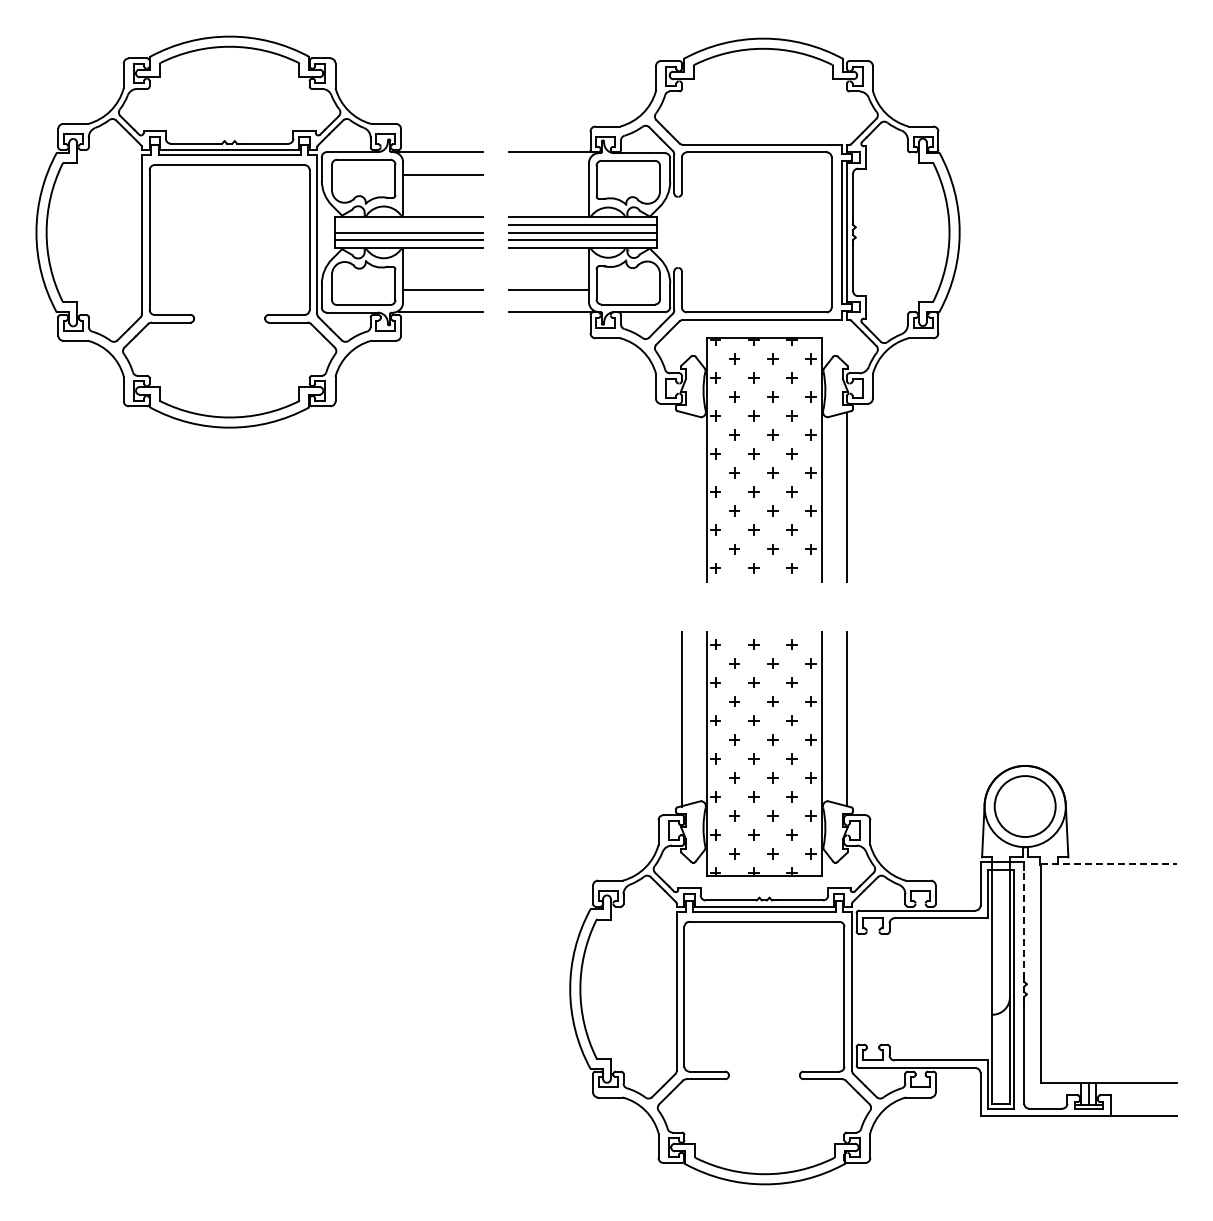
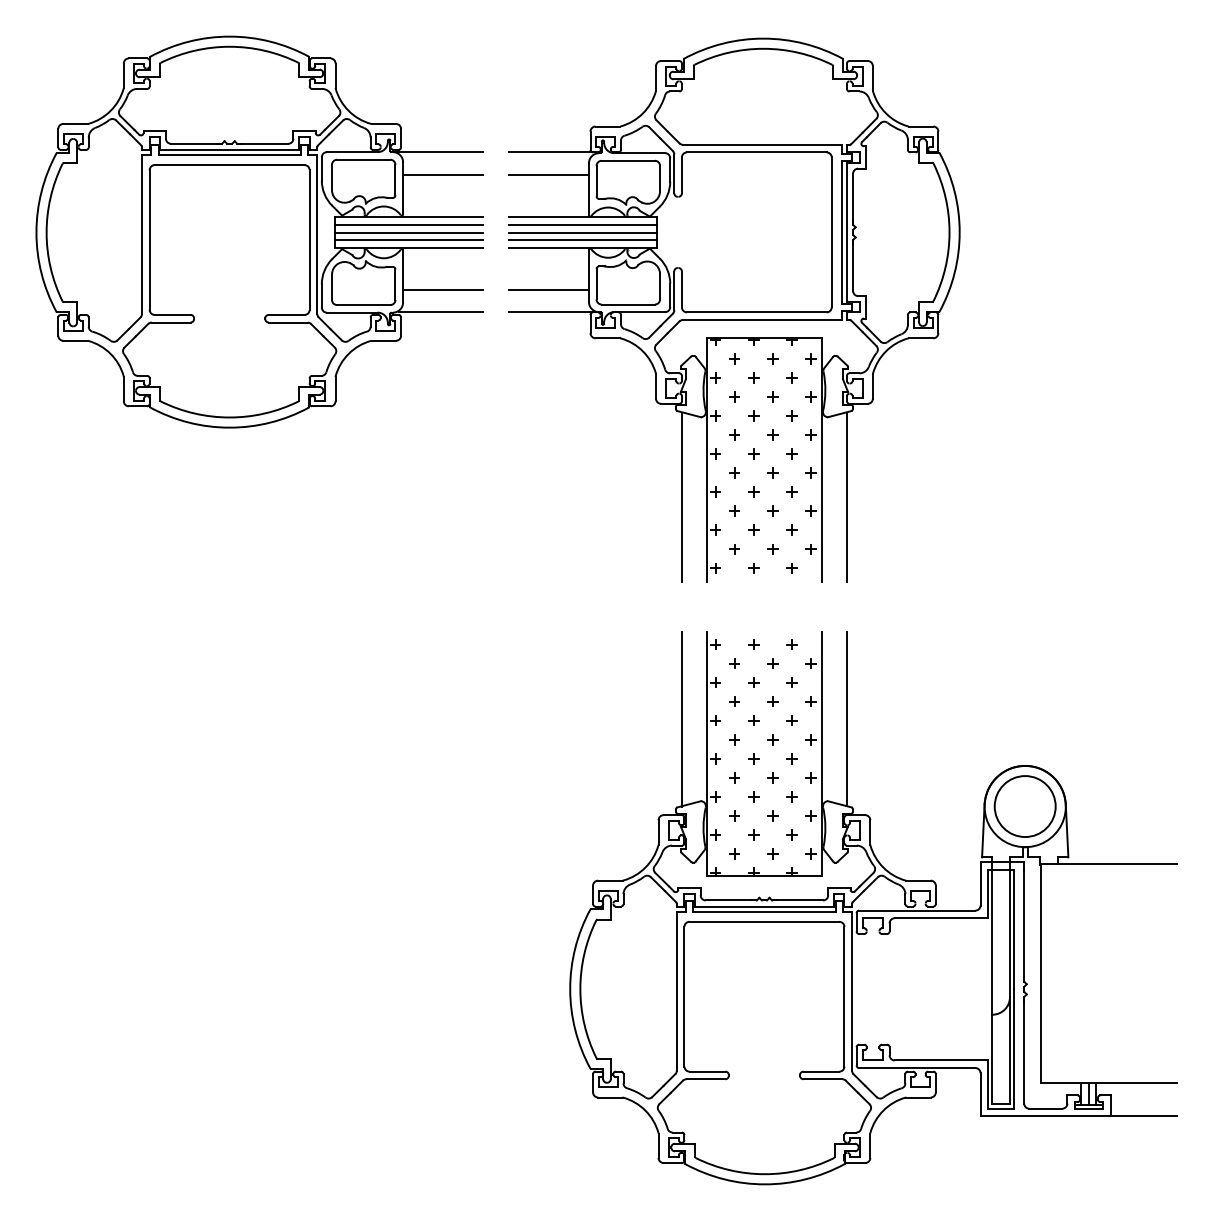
line at (548, 175): none -> present
line at (409, 225): none -> present
line at (681, 497): none -> present
line at (1108, 864): dashed -> solid
line at (1024, 924): dashed -> solid
